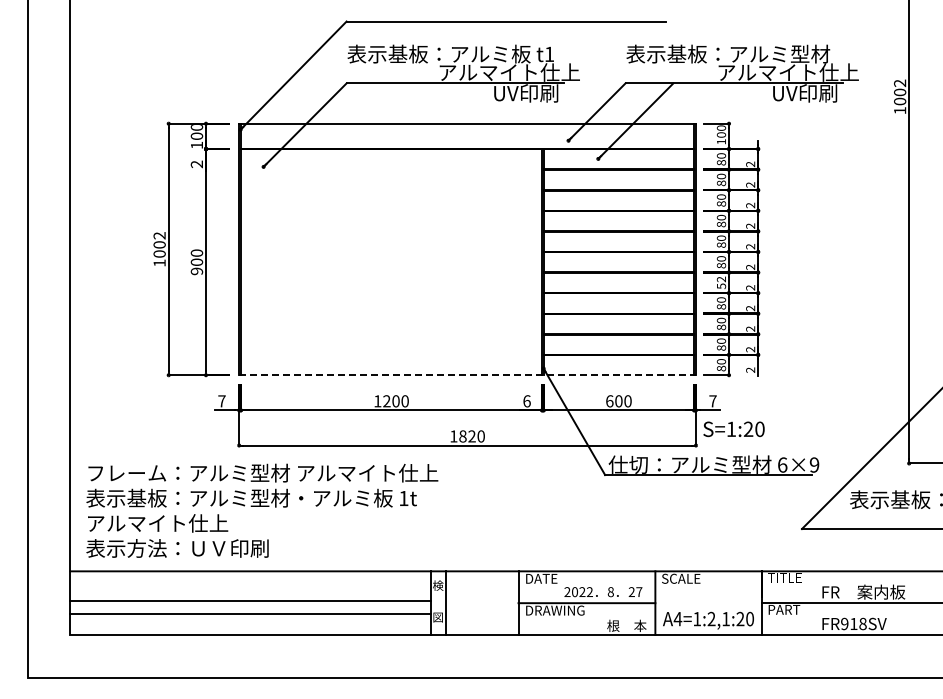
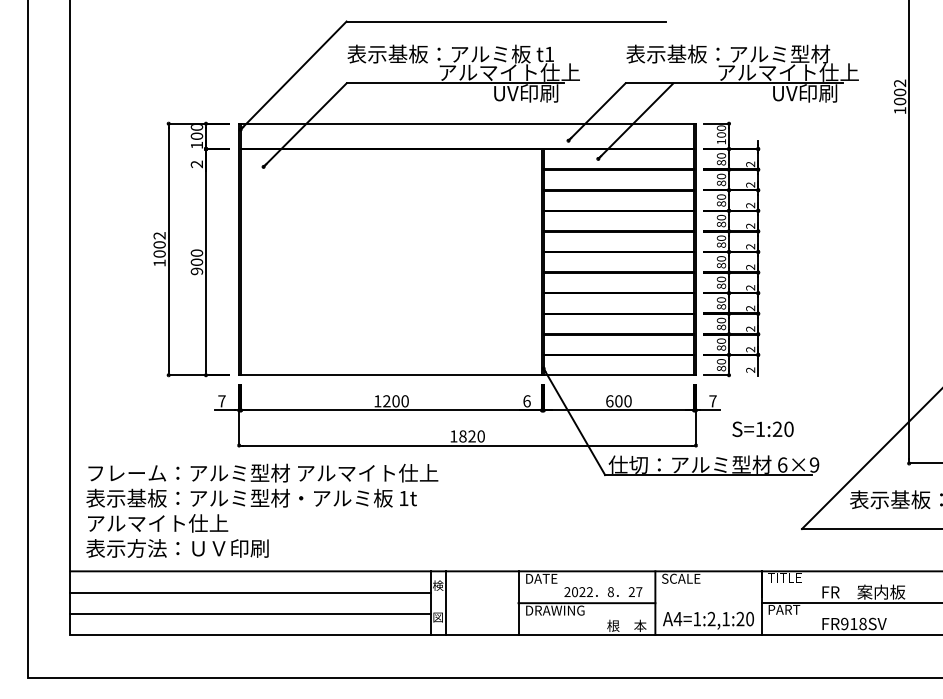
text at (721, 282): 52 -> 80
line at (468, 375): dashed -> solid
text at (733, 429) position: (733, 429) -> (762, 429)
line at (250, 600) position: (250, 600) -> (250, 592)
